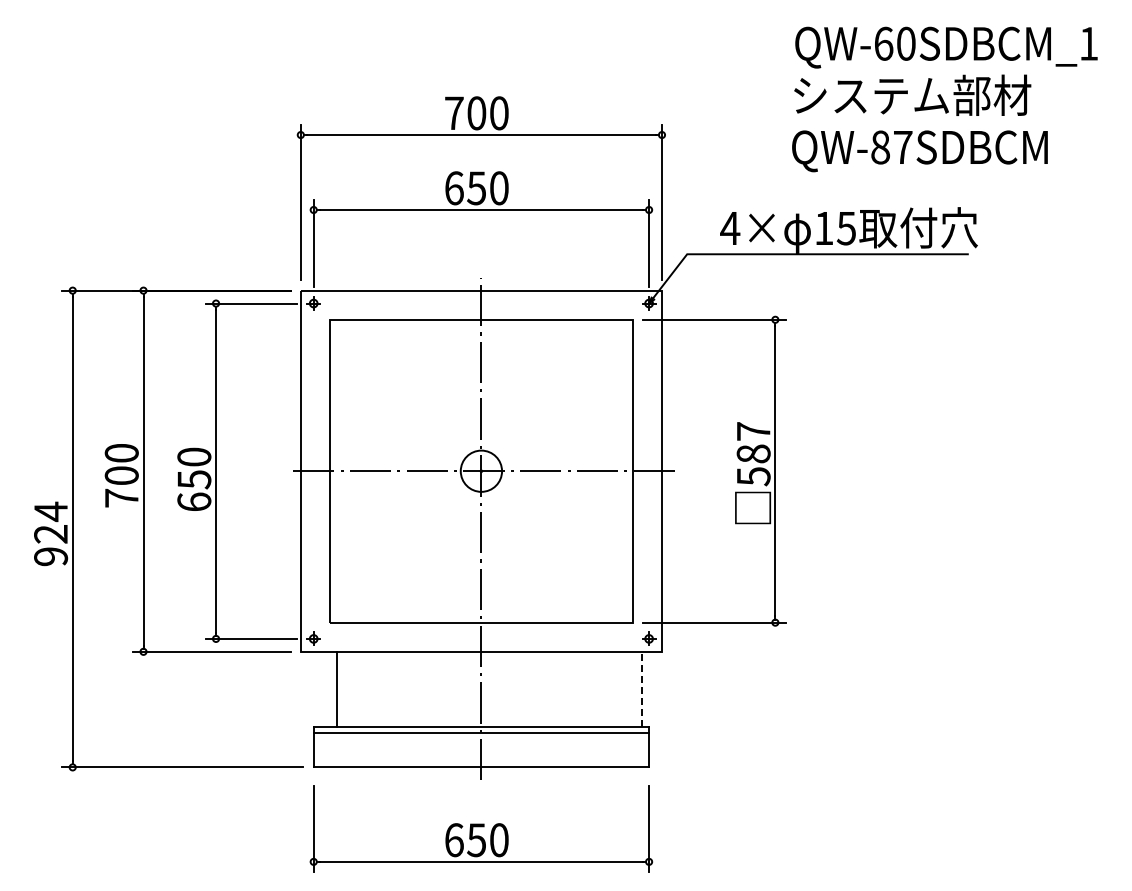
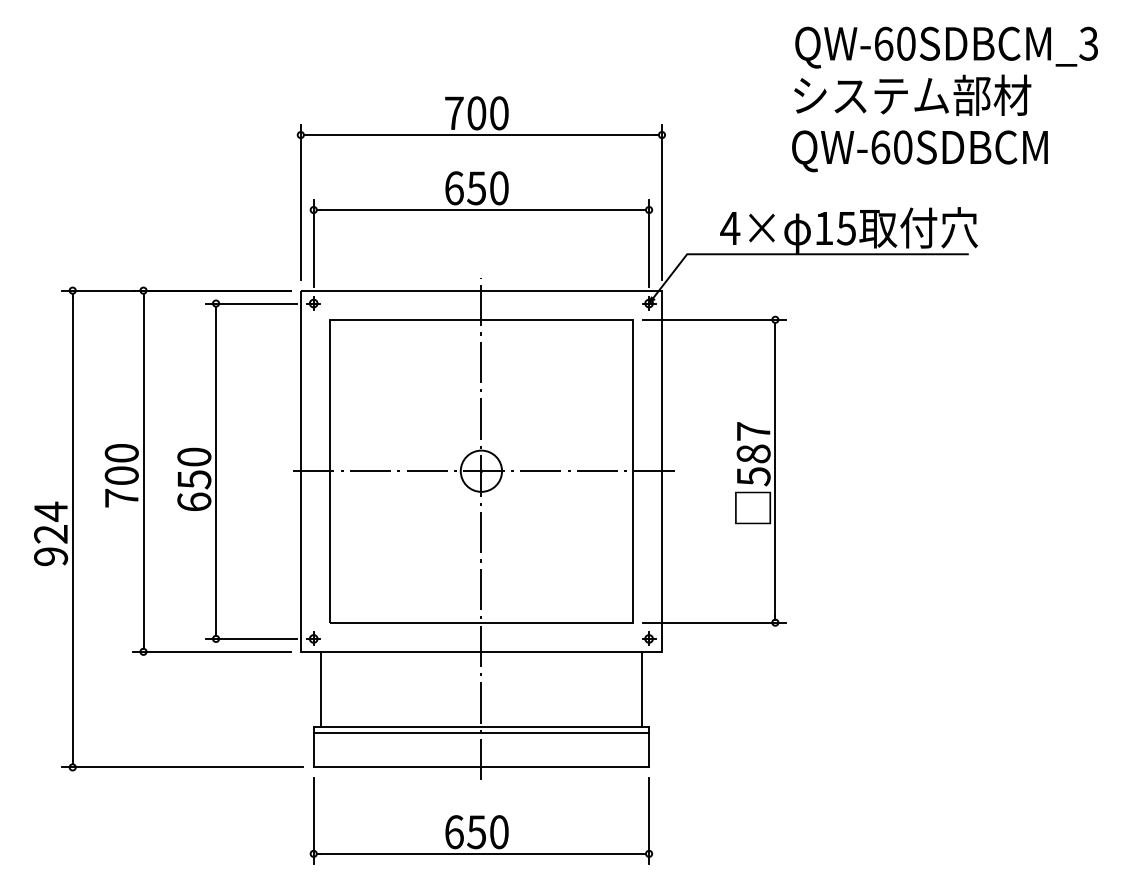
text at (1088, 43): QW-60SDBCM_1 -> QW-60SDBCM_3
text at (891, 147): QW-87SDBCM -> QW-60SDBCM
line at (336, 689) position: (336, 689) -> (320, 689)
line at (642, 689): dashed -> solid
part at (481, 828) position: (481, 828) -> (481, 820)
